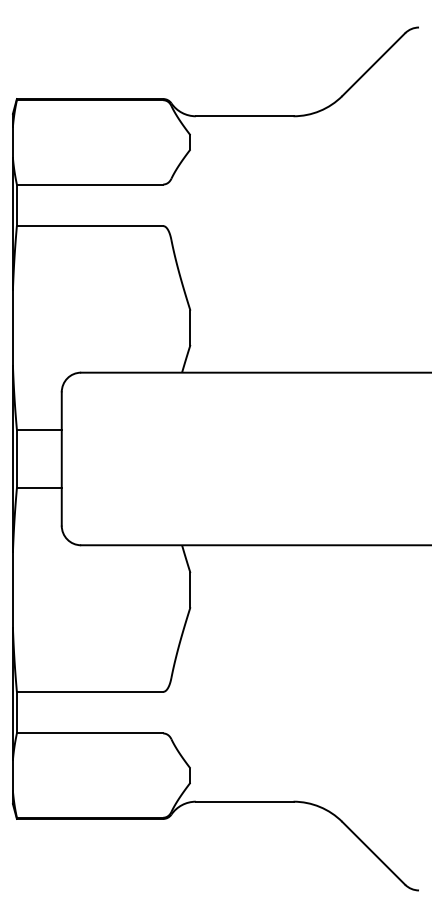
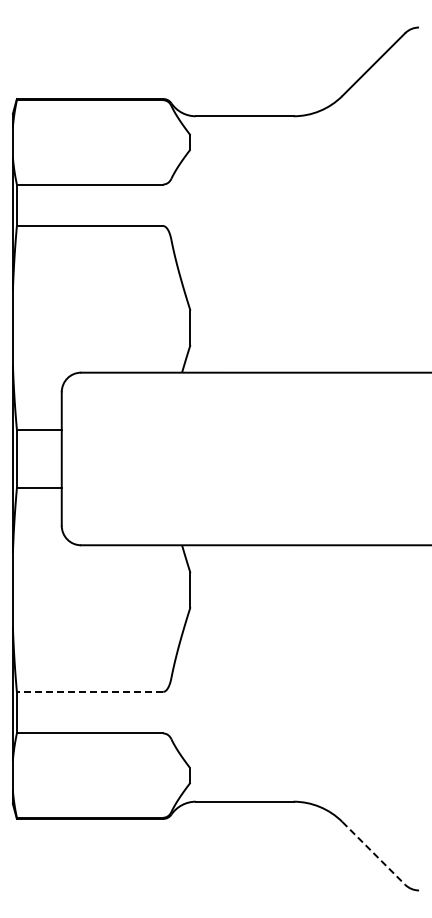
line at (89, 691): solid -> dashed
line at (374, 853): solid -> dashed
